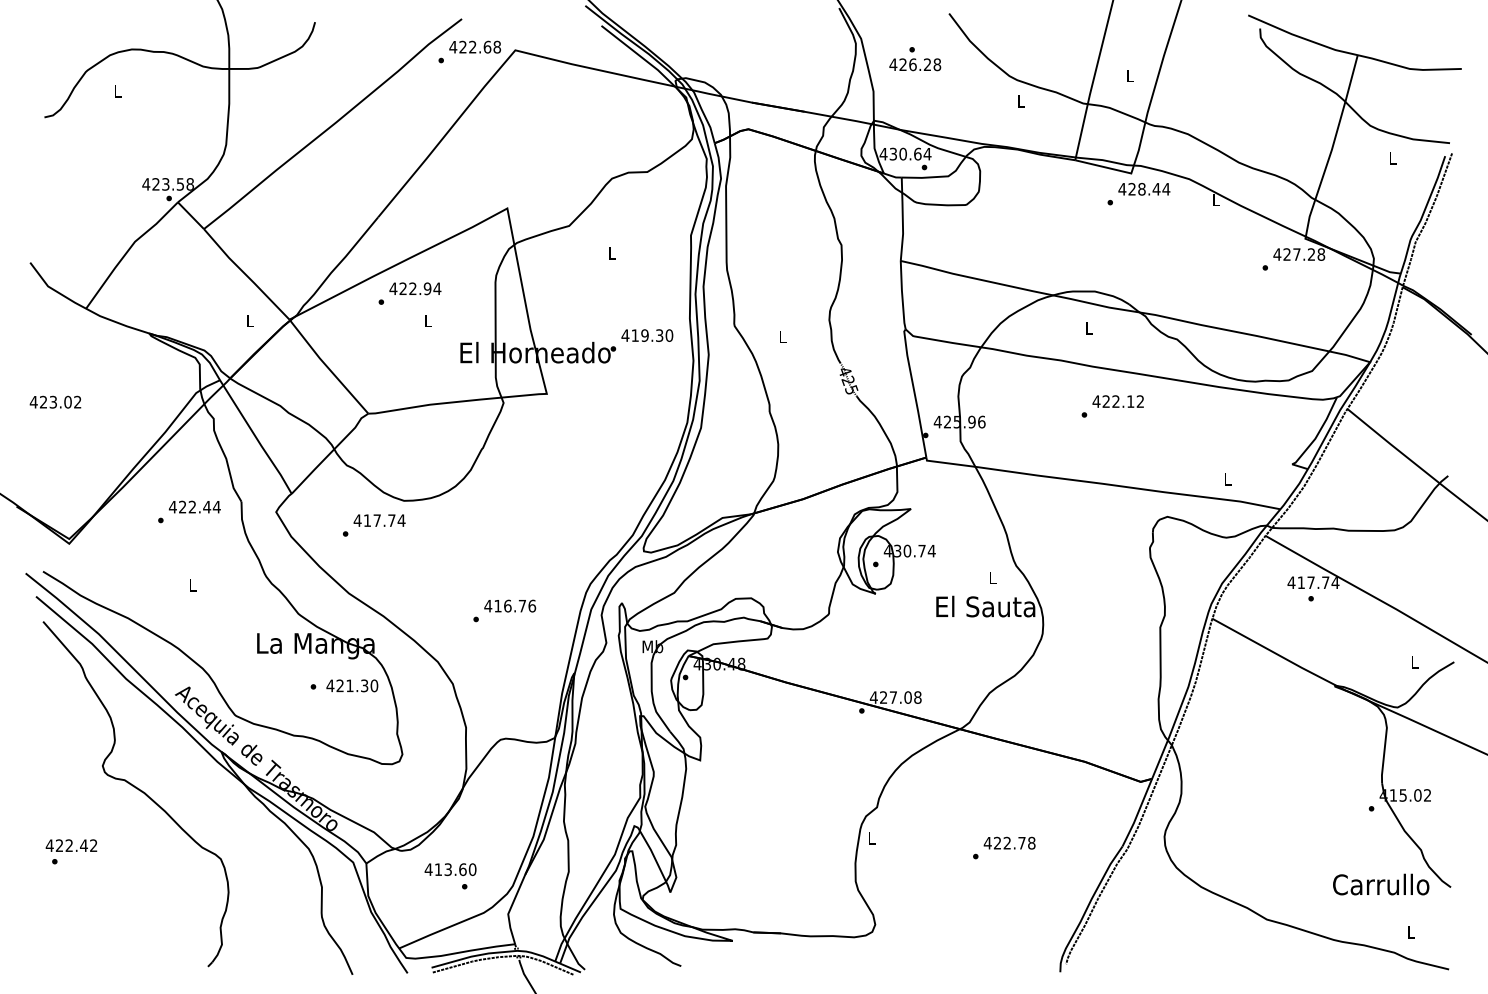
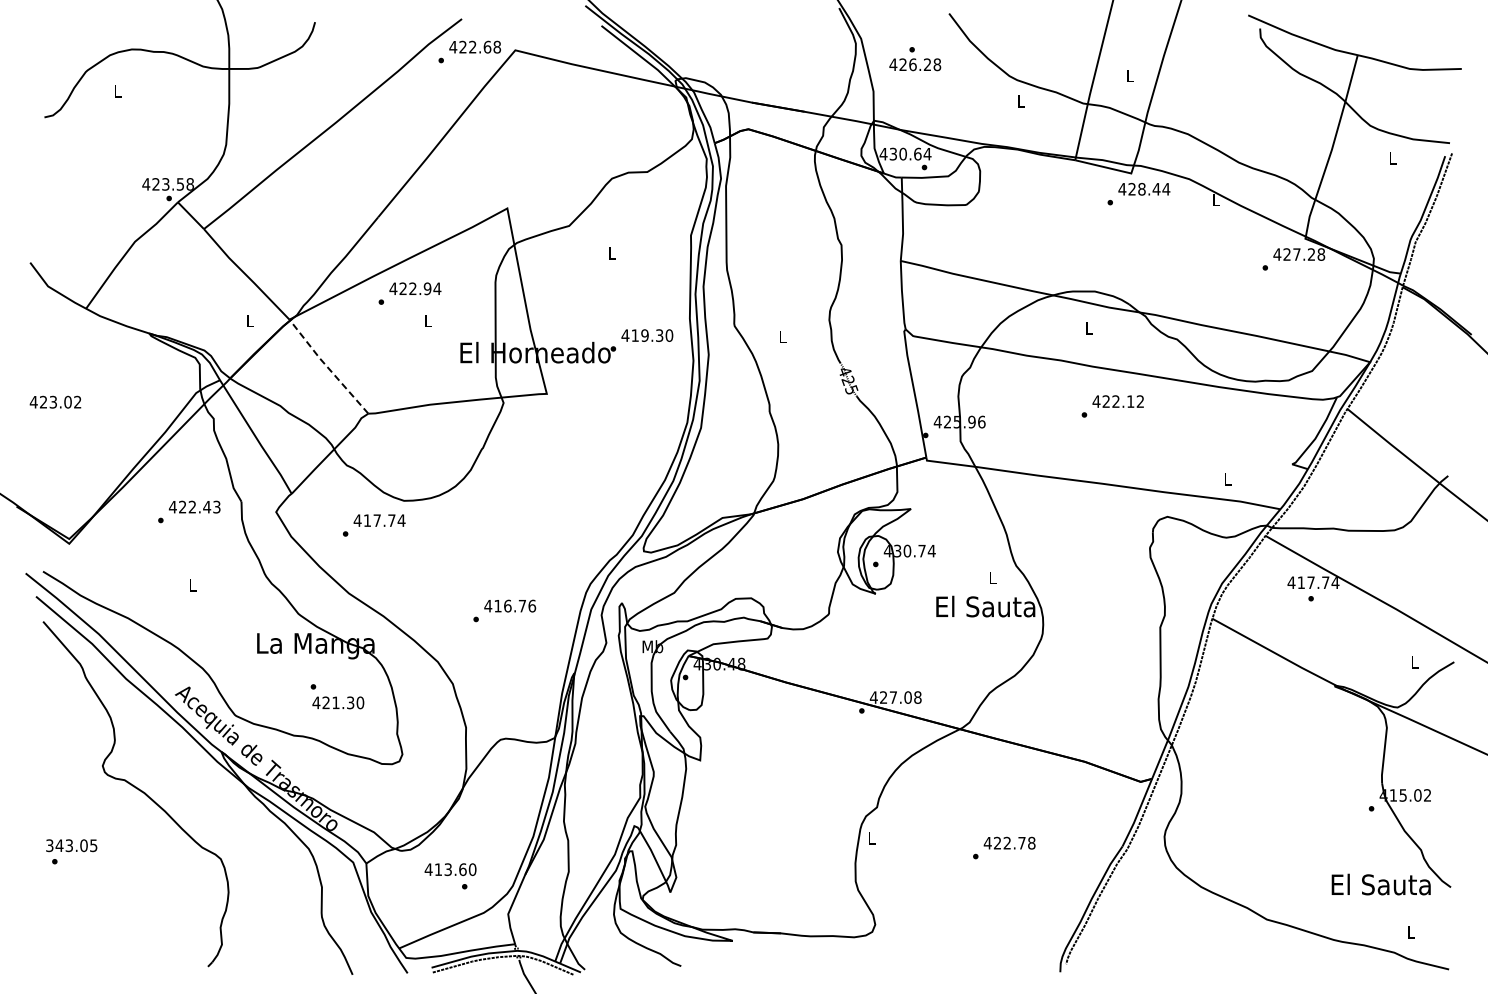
line at (327, 366): solid -> dashed
text at (216, 506): 422.44 -> 422.43
text at (352, 685) position: (352, 685) -> (338, 702)
text at (71, 845): 422.42 -> 343.05
text at (1380, 884): Carrullo -> El Sauta
